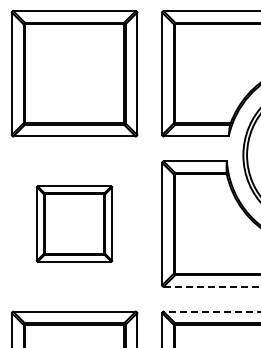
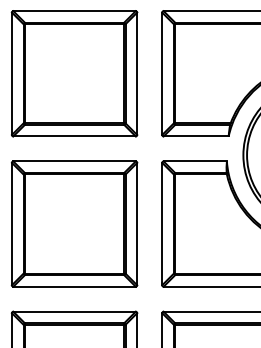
part at (74, 223) size: 79x78 px -> 129x128 px
line at (212, 286): dashed -> solid
line at (211, 311): dashed -> solid
